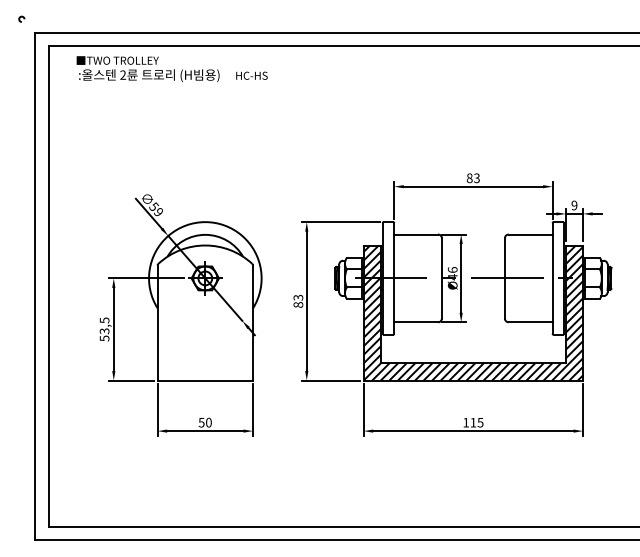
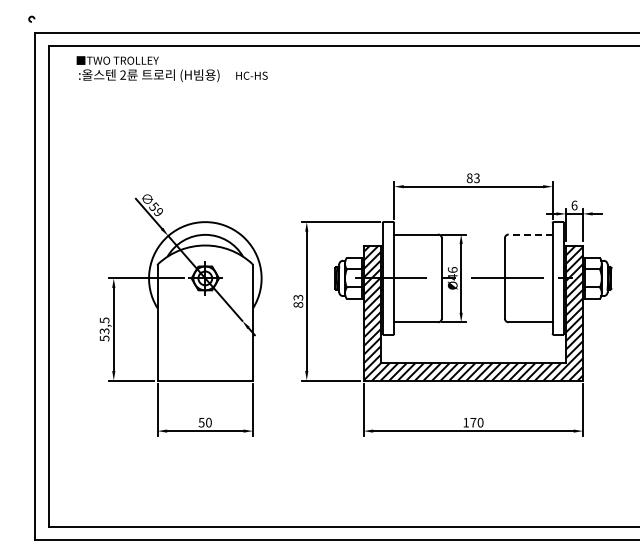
arc at (21, 17) position: (21, 17) -> (31, 17)
text at (574, 205): 9 -> 6
line at (530, 234): solid -> dashed
text at (476, 422): 115 -> 170
